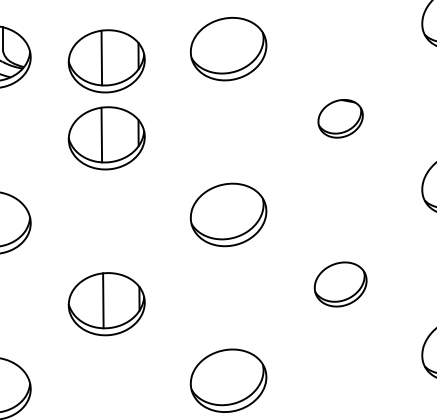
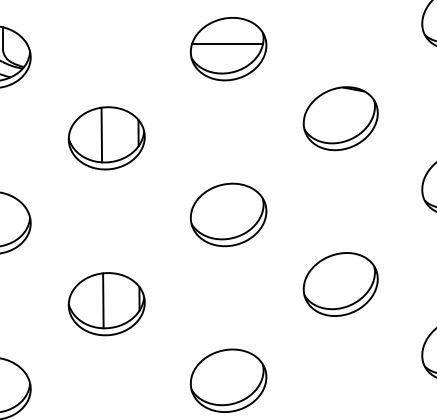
line at (227, 43): none -> present
part at (106, 61): present -> none
part at (340, 118) size: 47x40 px -> 77x66 px
part at (340, 284) size: 55x47 px -> 77x65 px
